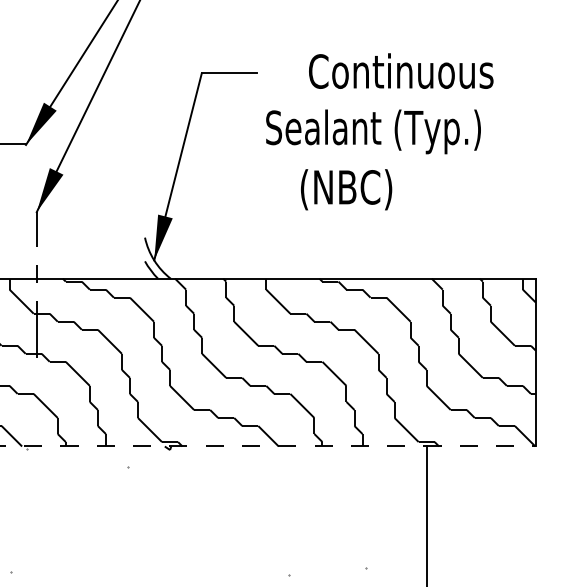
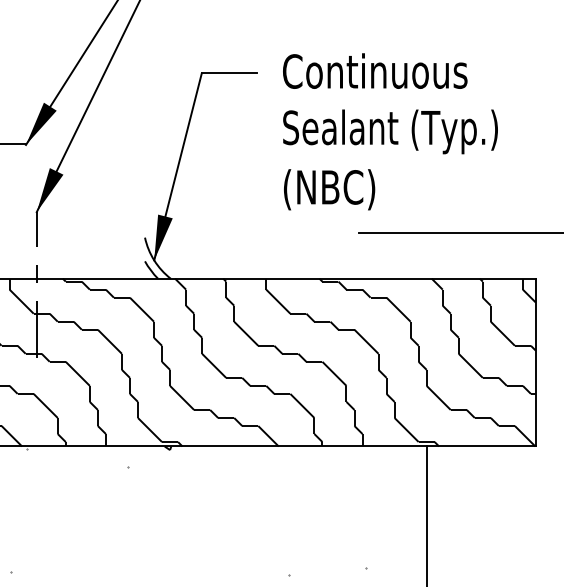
text at (401, 70) position: (401, 70) -> (375, 70)
text at (373, 131) position: (373, 131) -> (390, 131)
text at (346, 189) position: (346, 189) -> (329, 189)
line at (459, 233): none -> present
line at (268, 446): dashed -> solid
